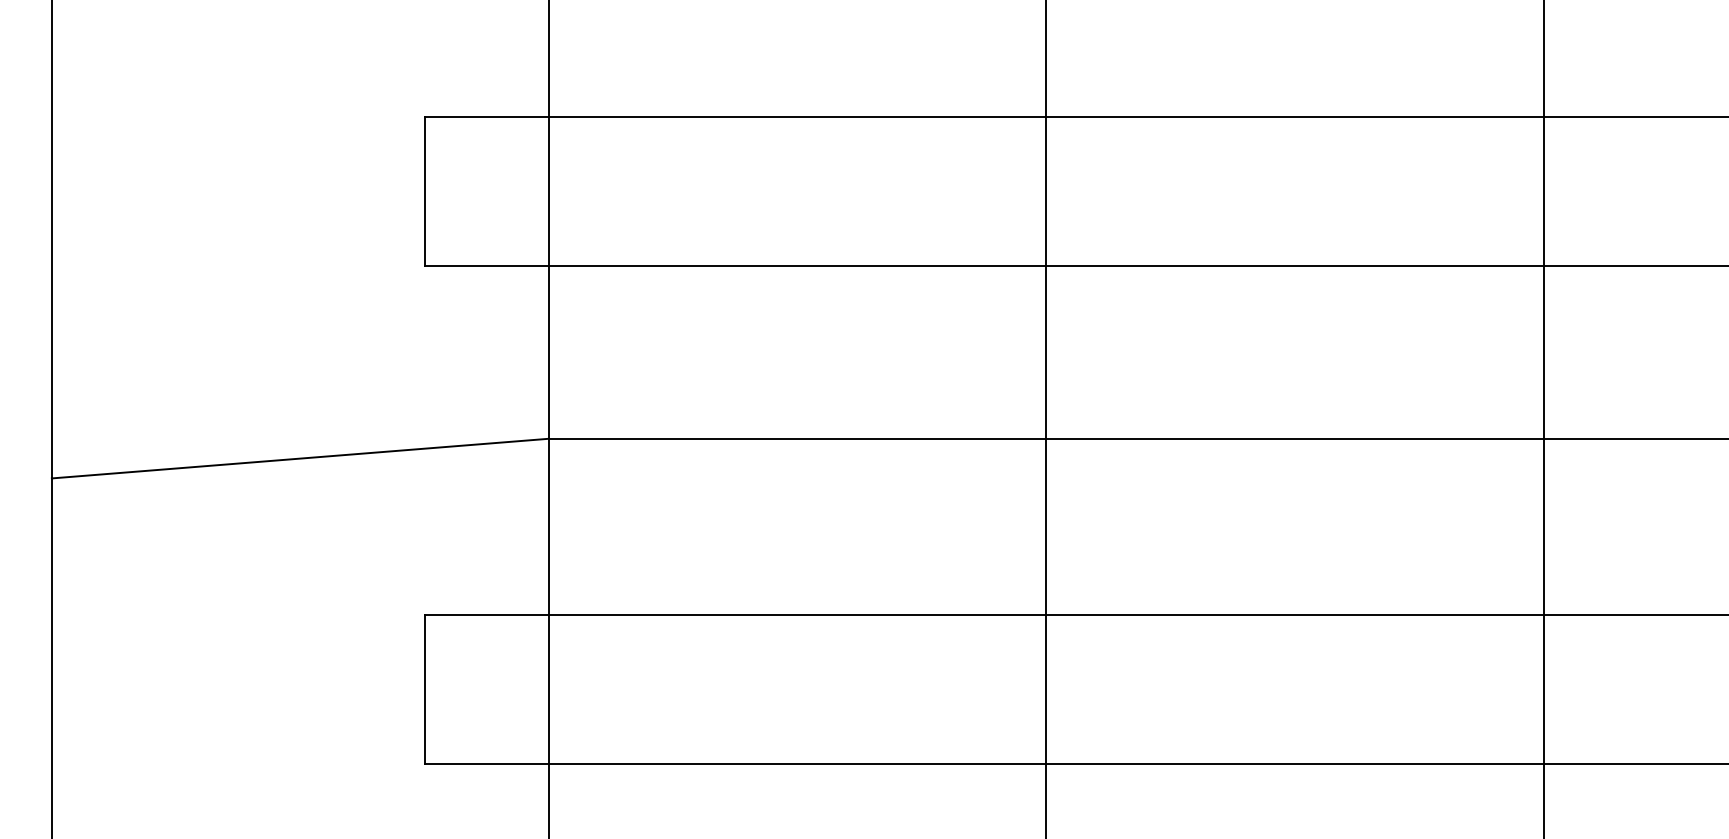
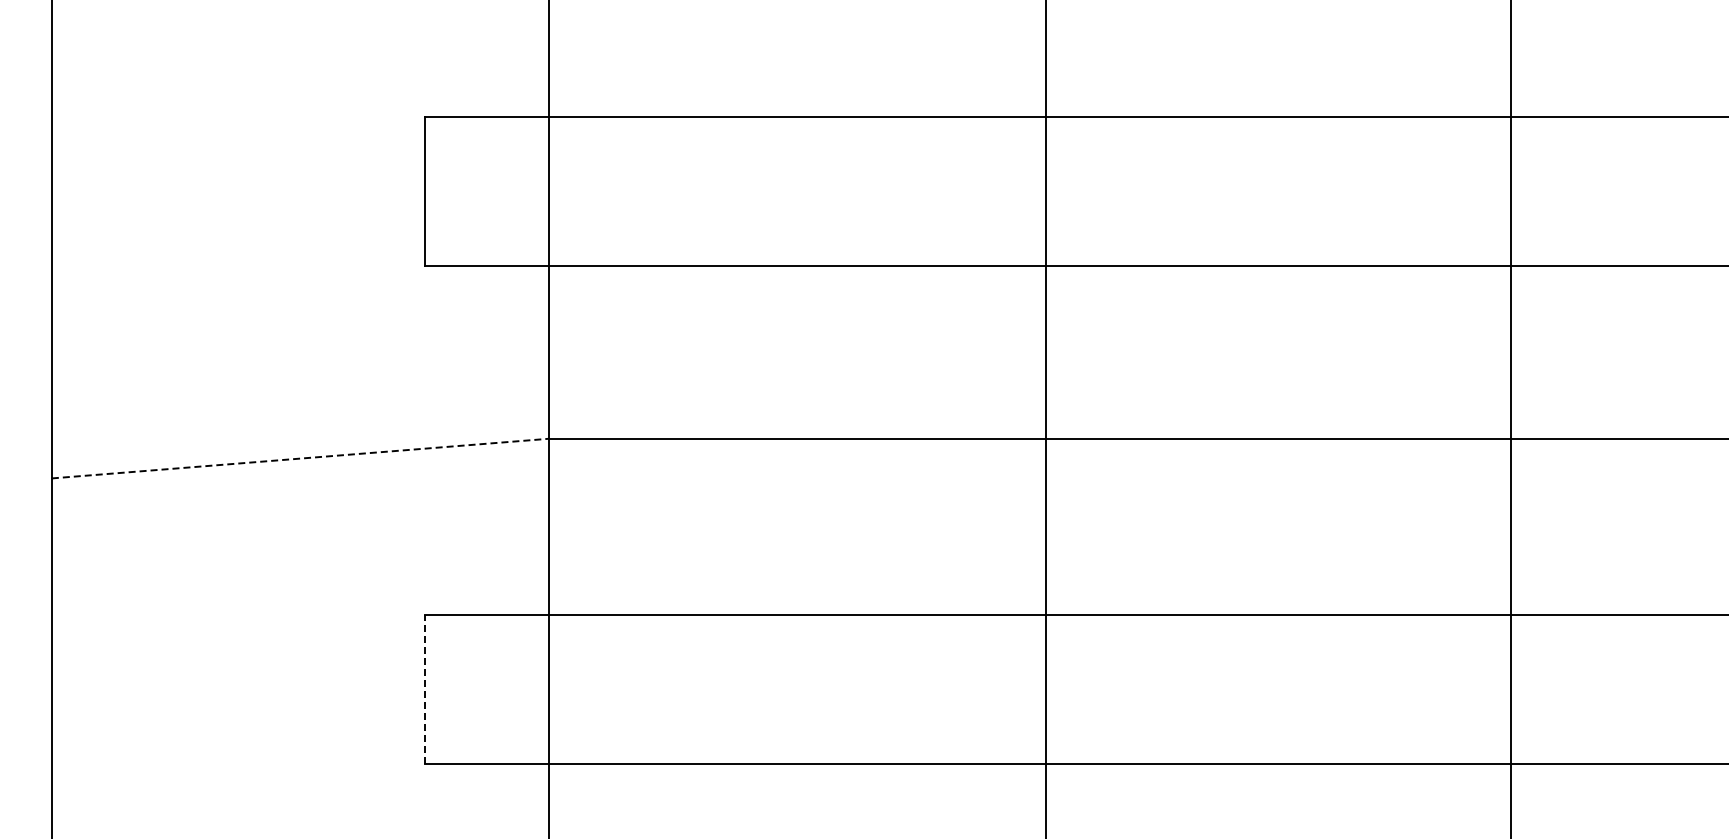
line at (1543, 418) position: (1543, 418) -> (1510, 418)
line at (300, 458): solid -> dashed
line at (424, 689): solid -> dashed
